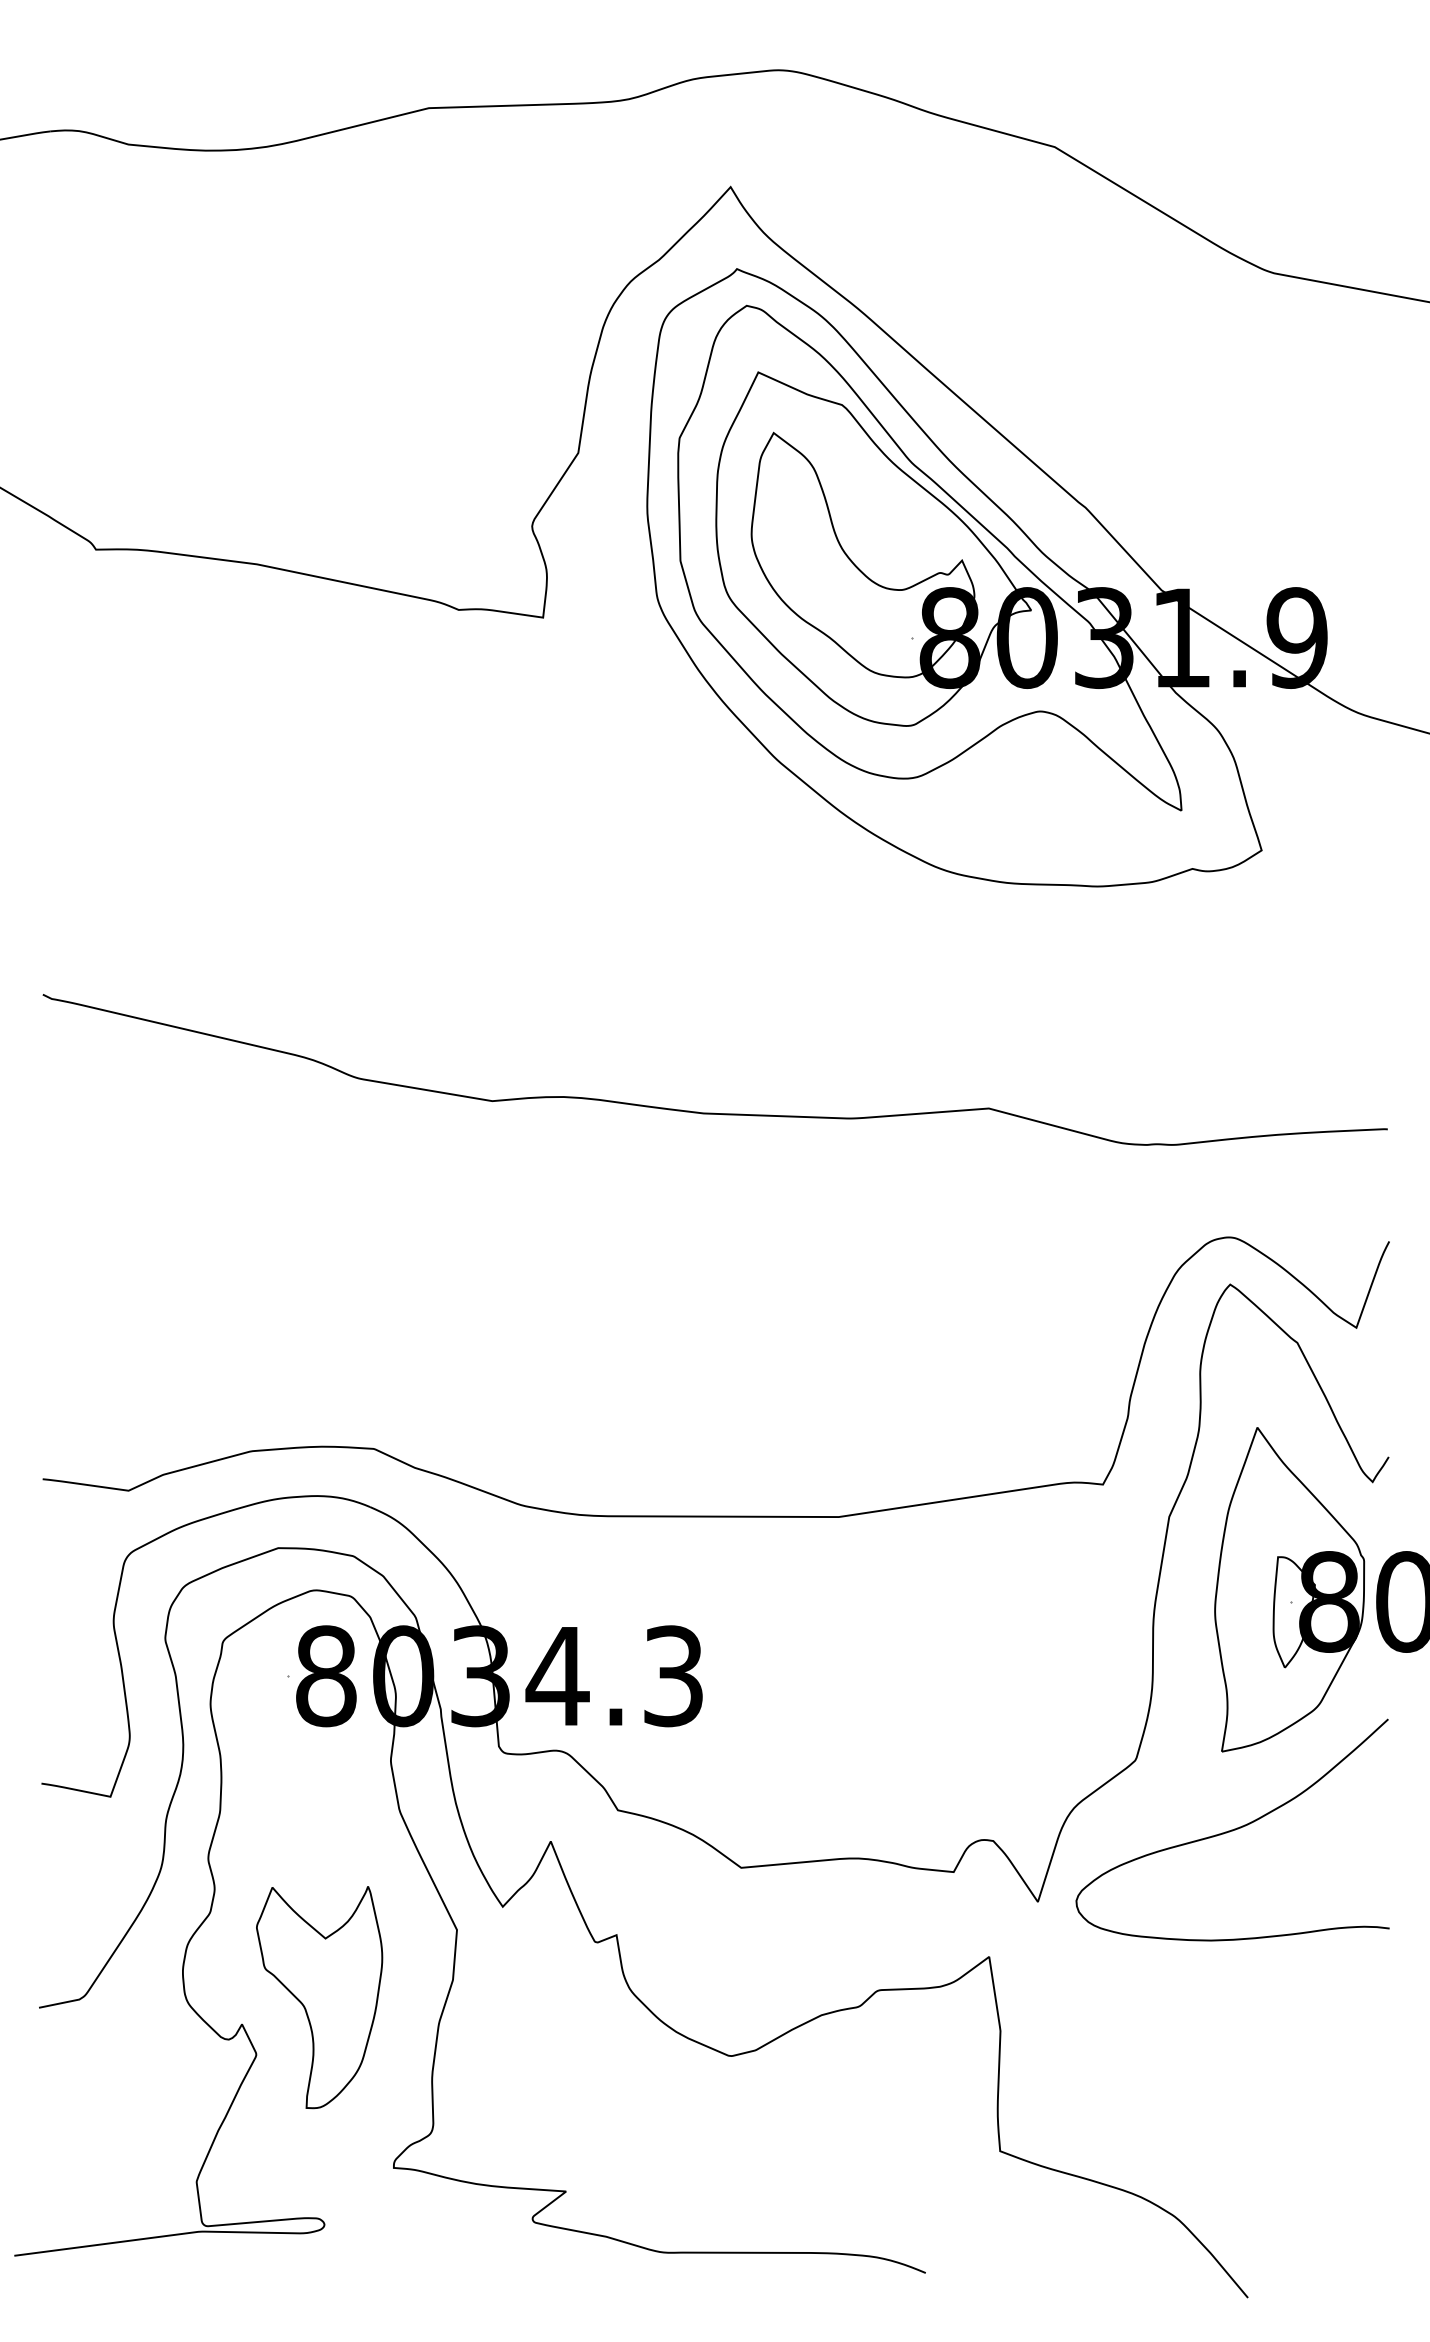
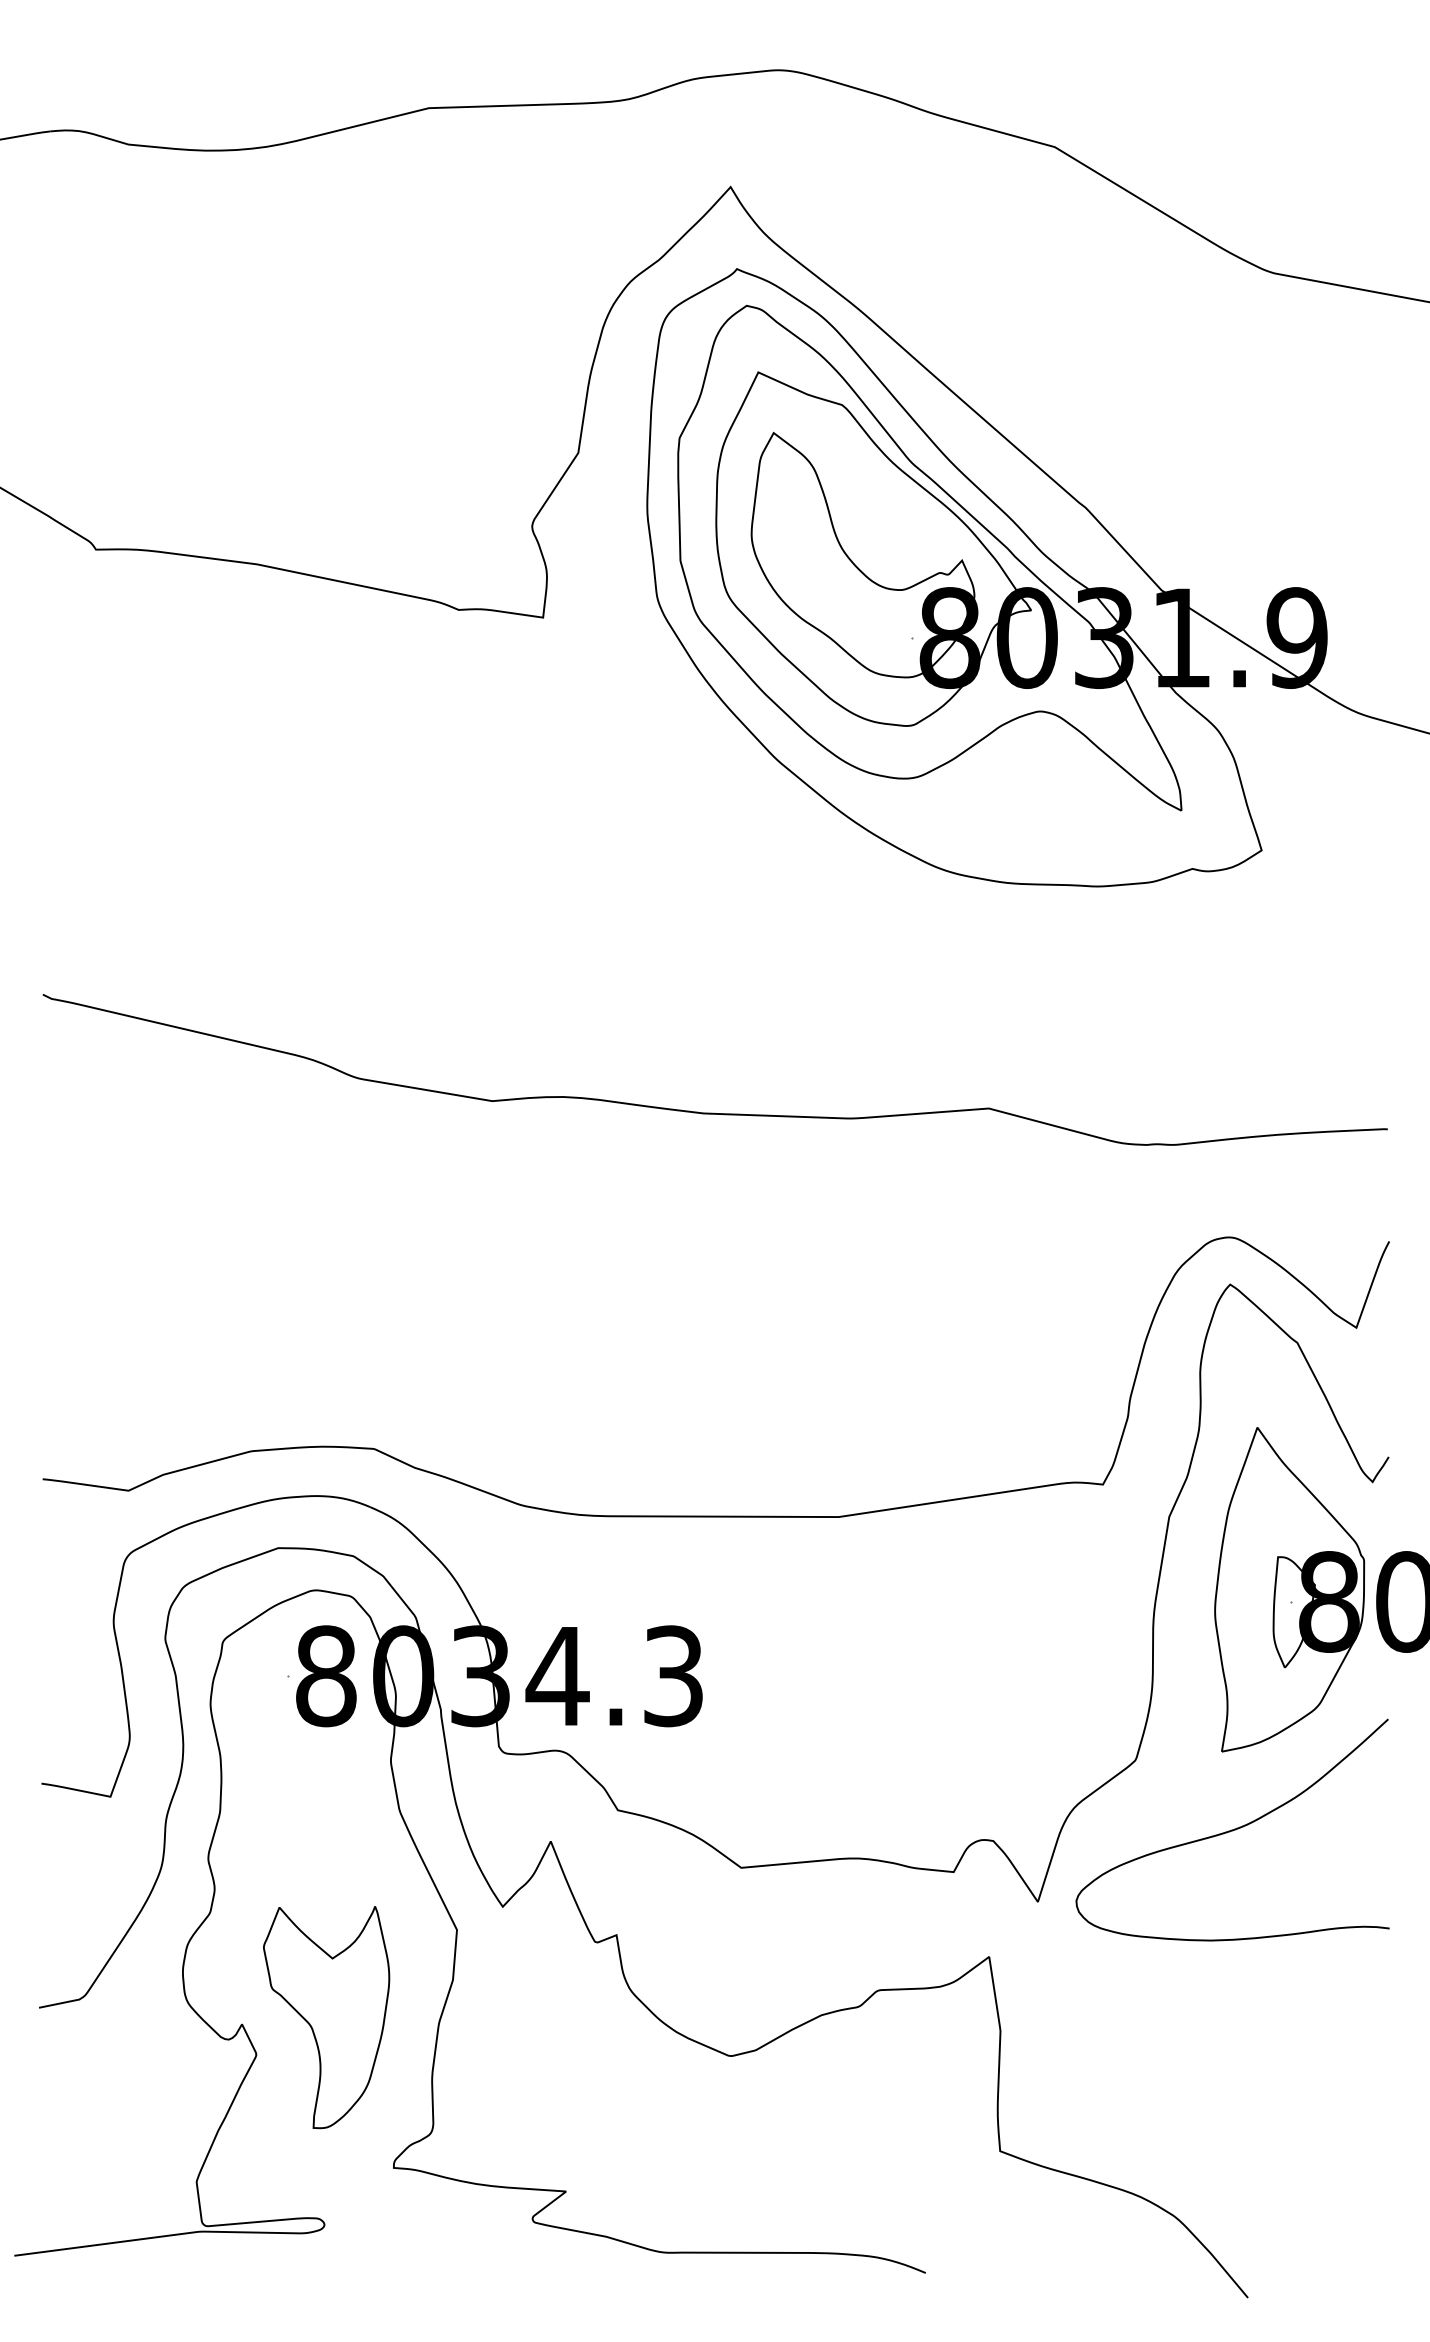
part at (319, 1997) position: (319, 1997) -> (326, 2017)
